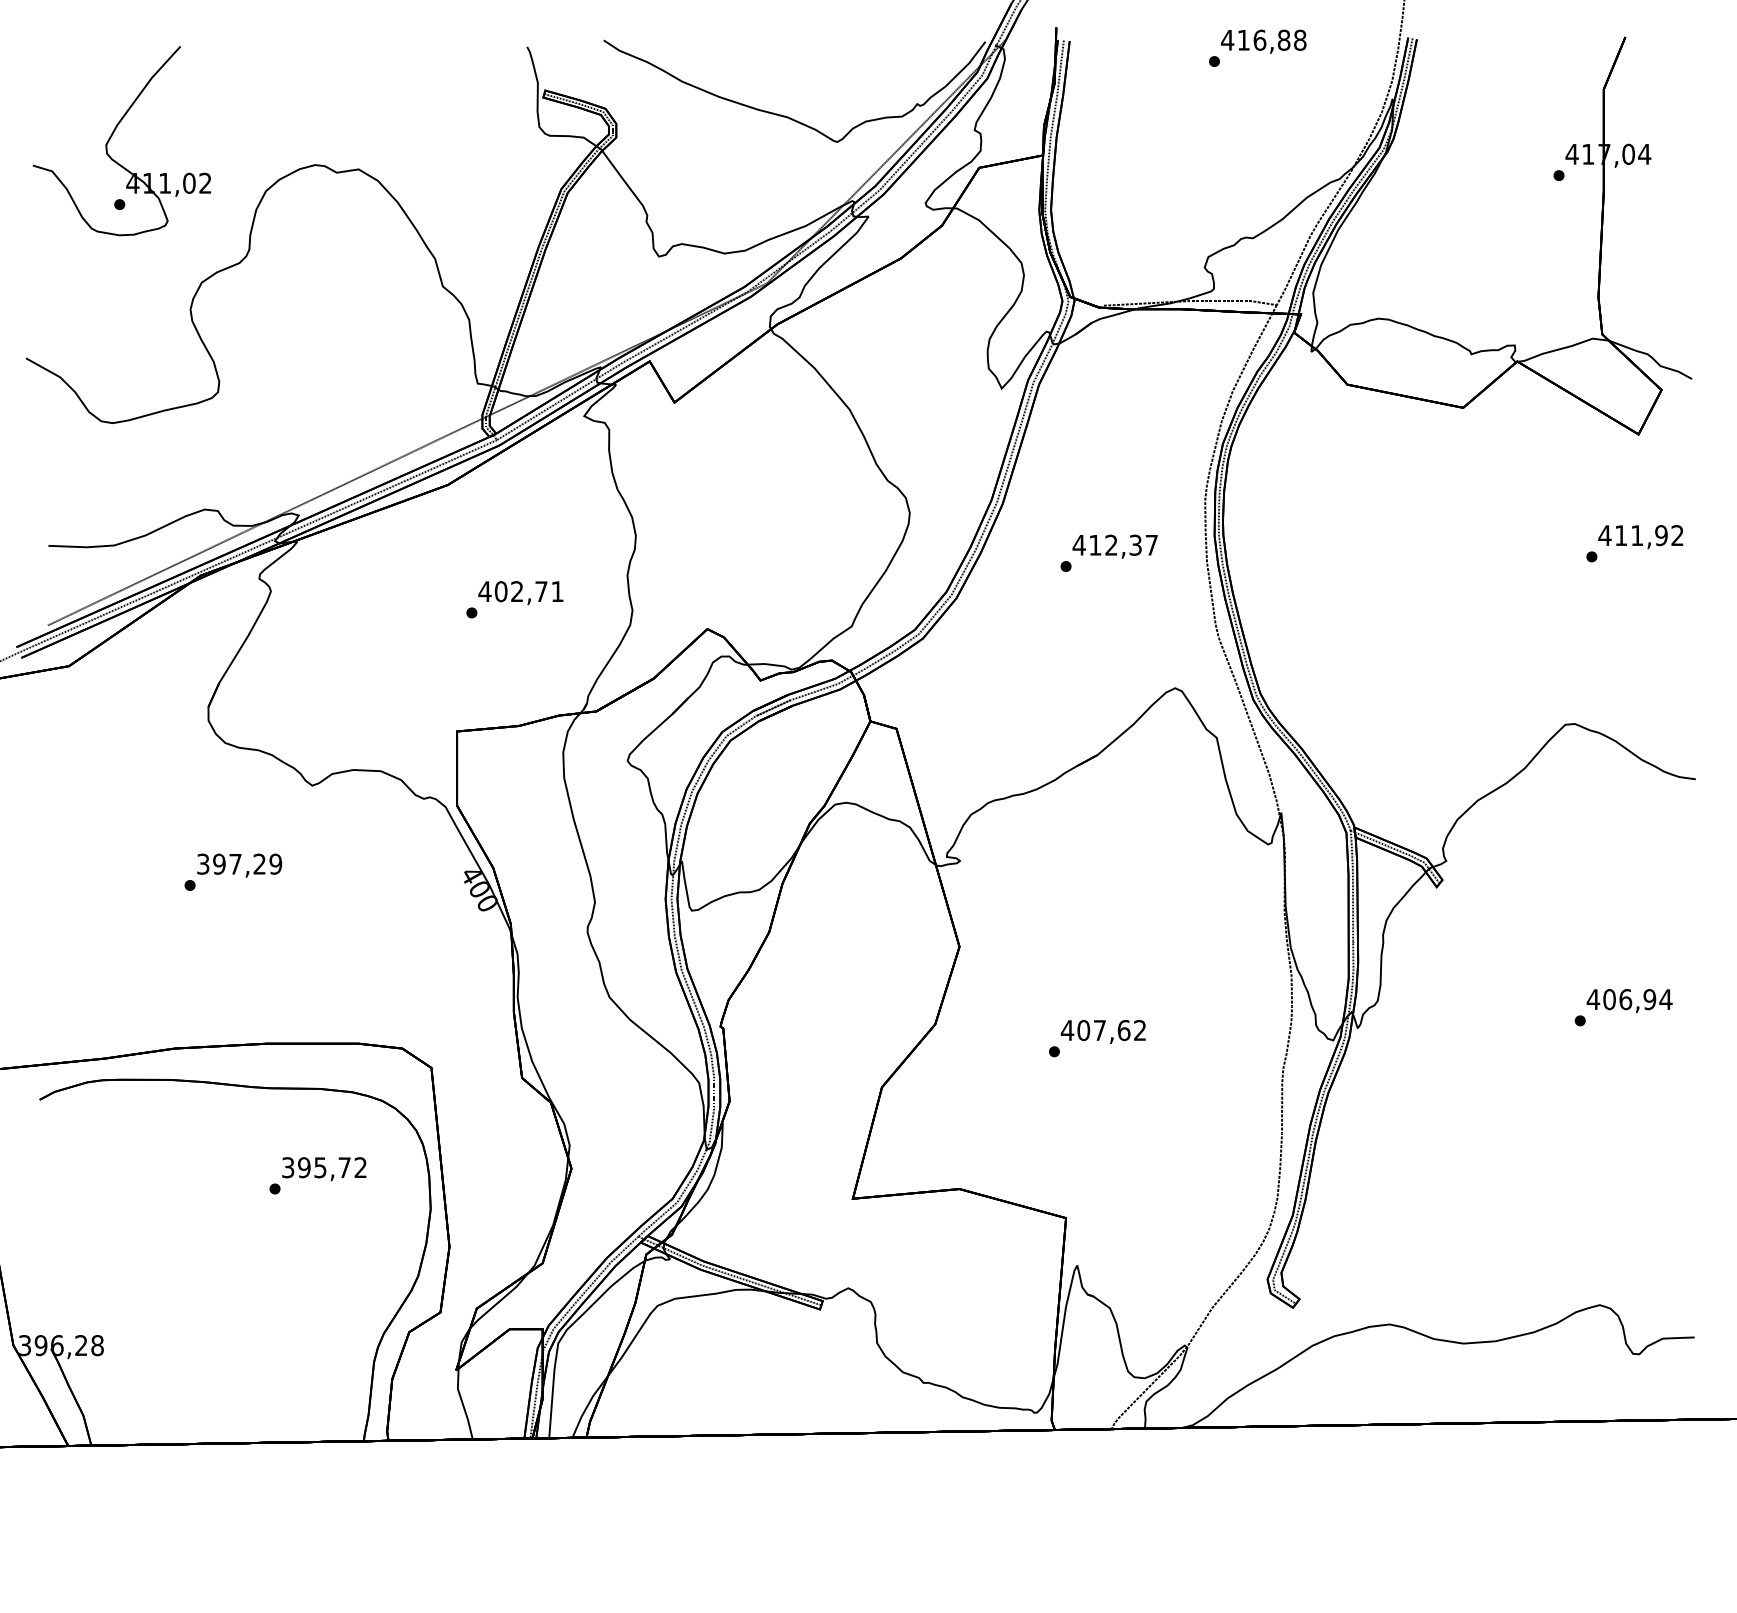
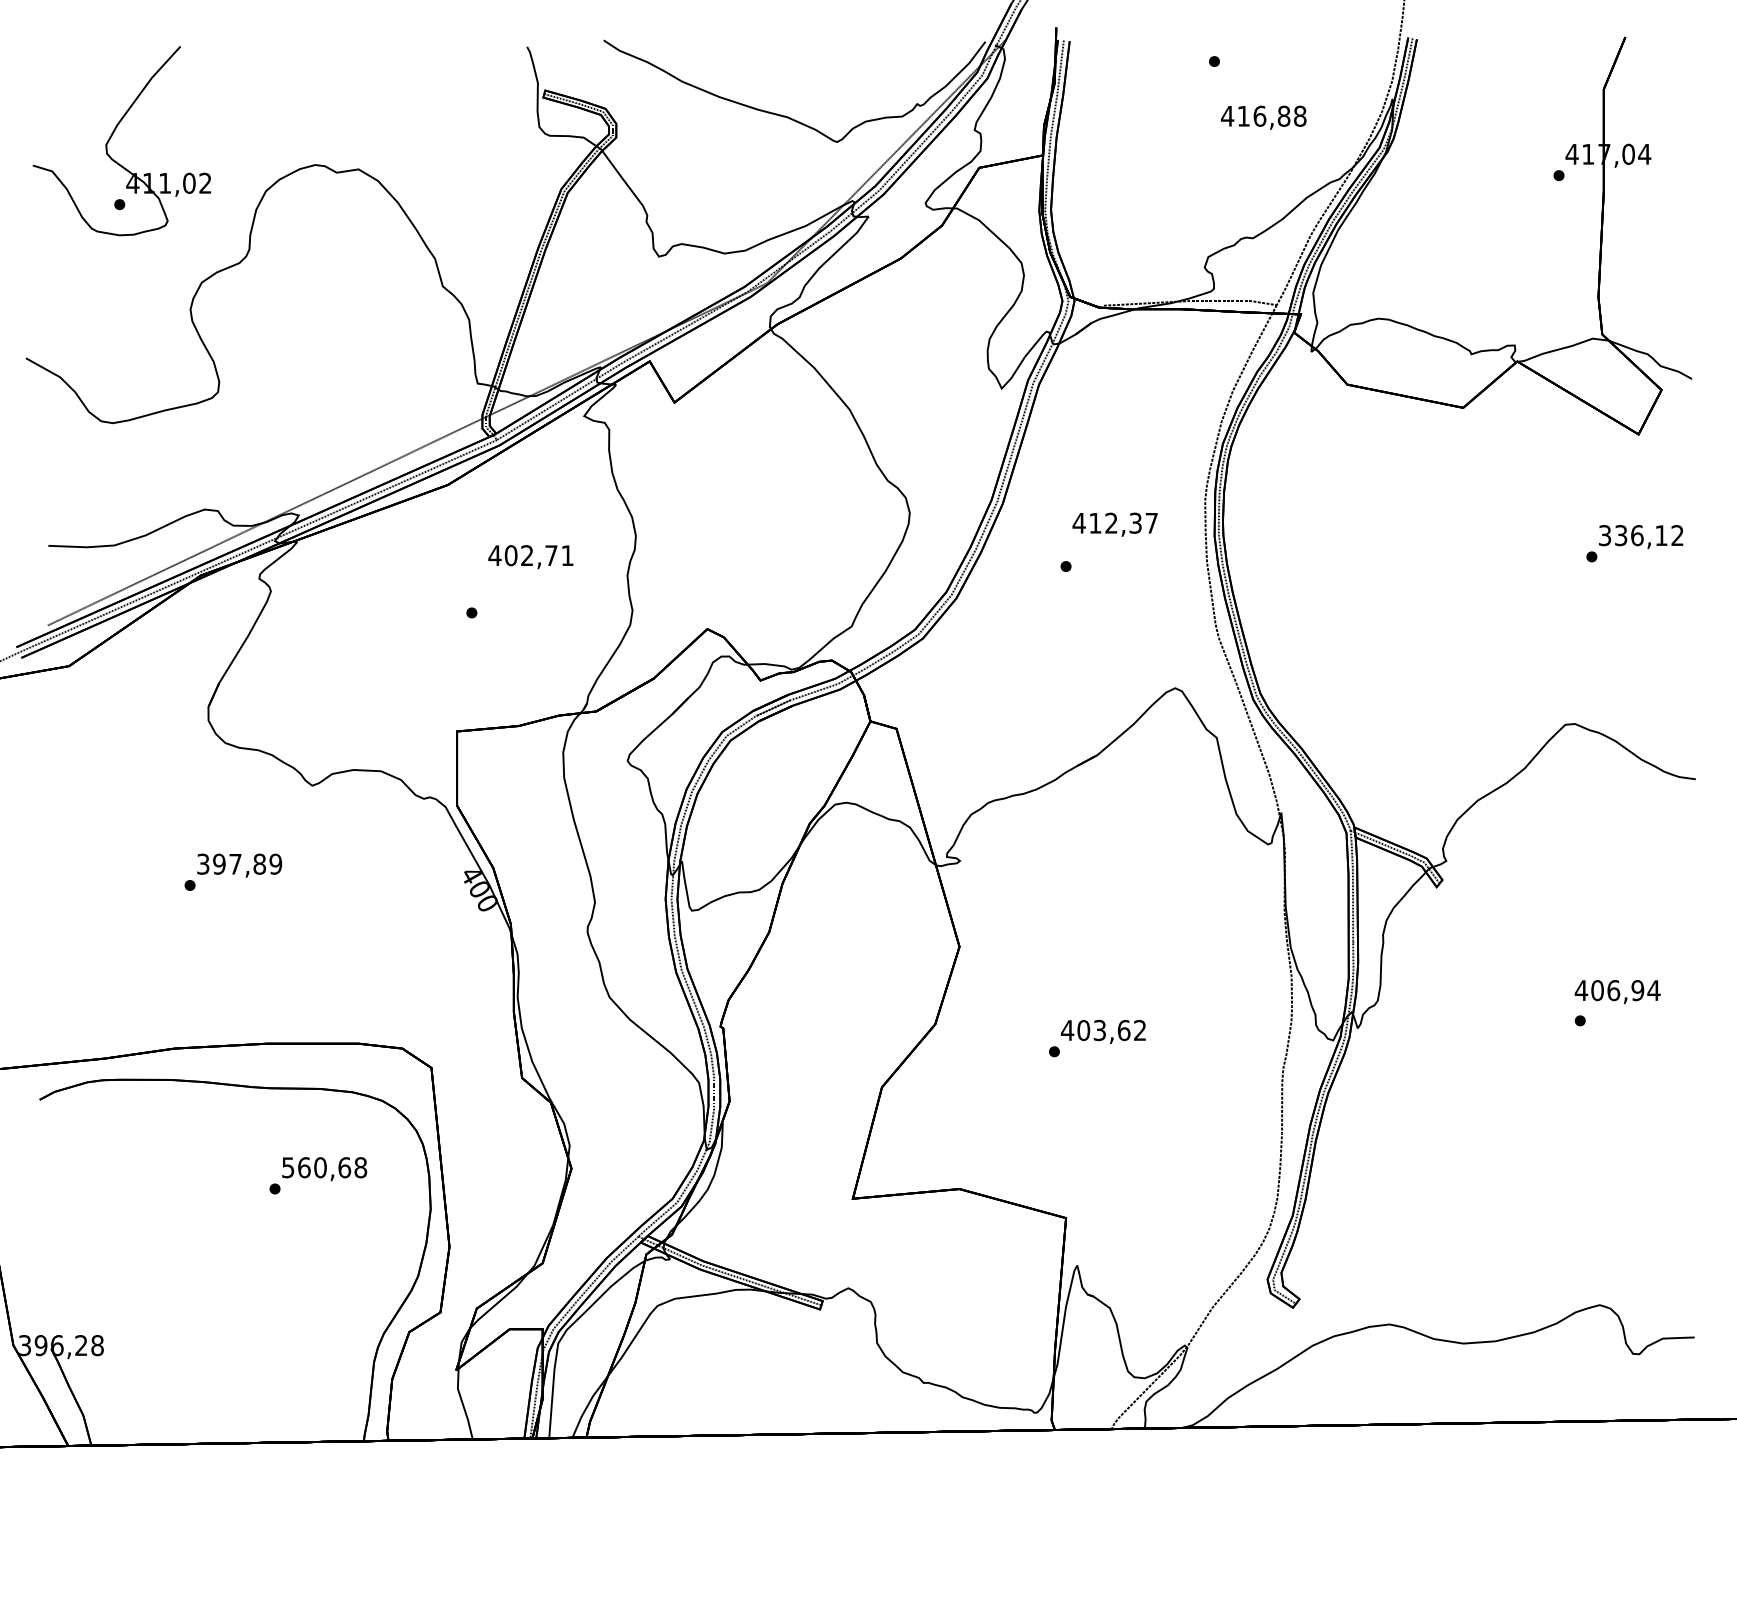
text at (1263, 41) position: (1263, 41) -> (1263, 117)
text at (1632, 535): 411,92 -> 336,12
text at (1114, 546) position: (1114, 546) -> (1114, 524)
text at (520, 593) position: (520, 593) -> (530, 557)
text at (259, 863): 397,29 -> 397,89
text at (1629, 1001) position: (1629, 1001) -> (1617, 992)
text at (1099, 1030): 407,62 -> 403,62
text at (324, 1167): 395,72 -> 560,68
